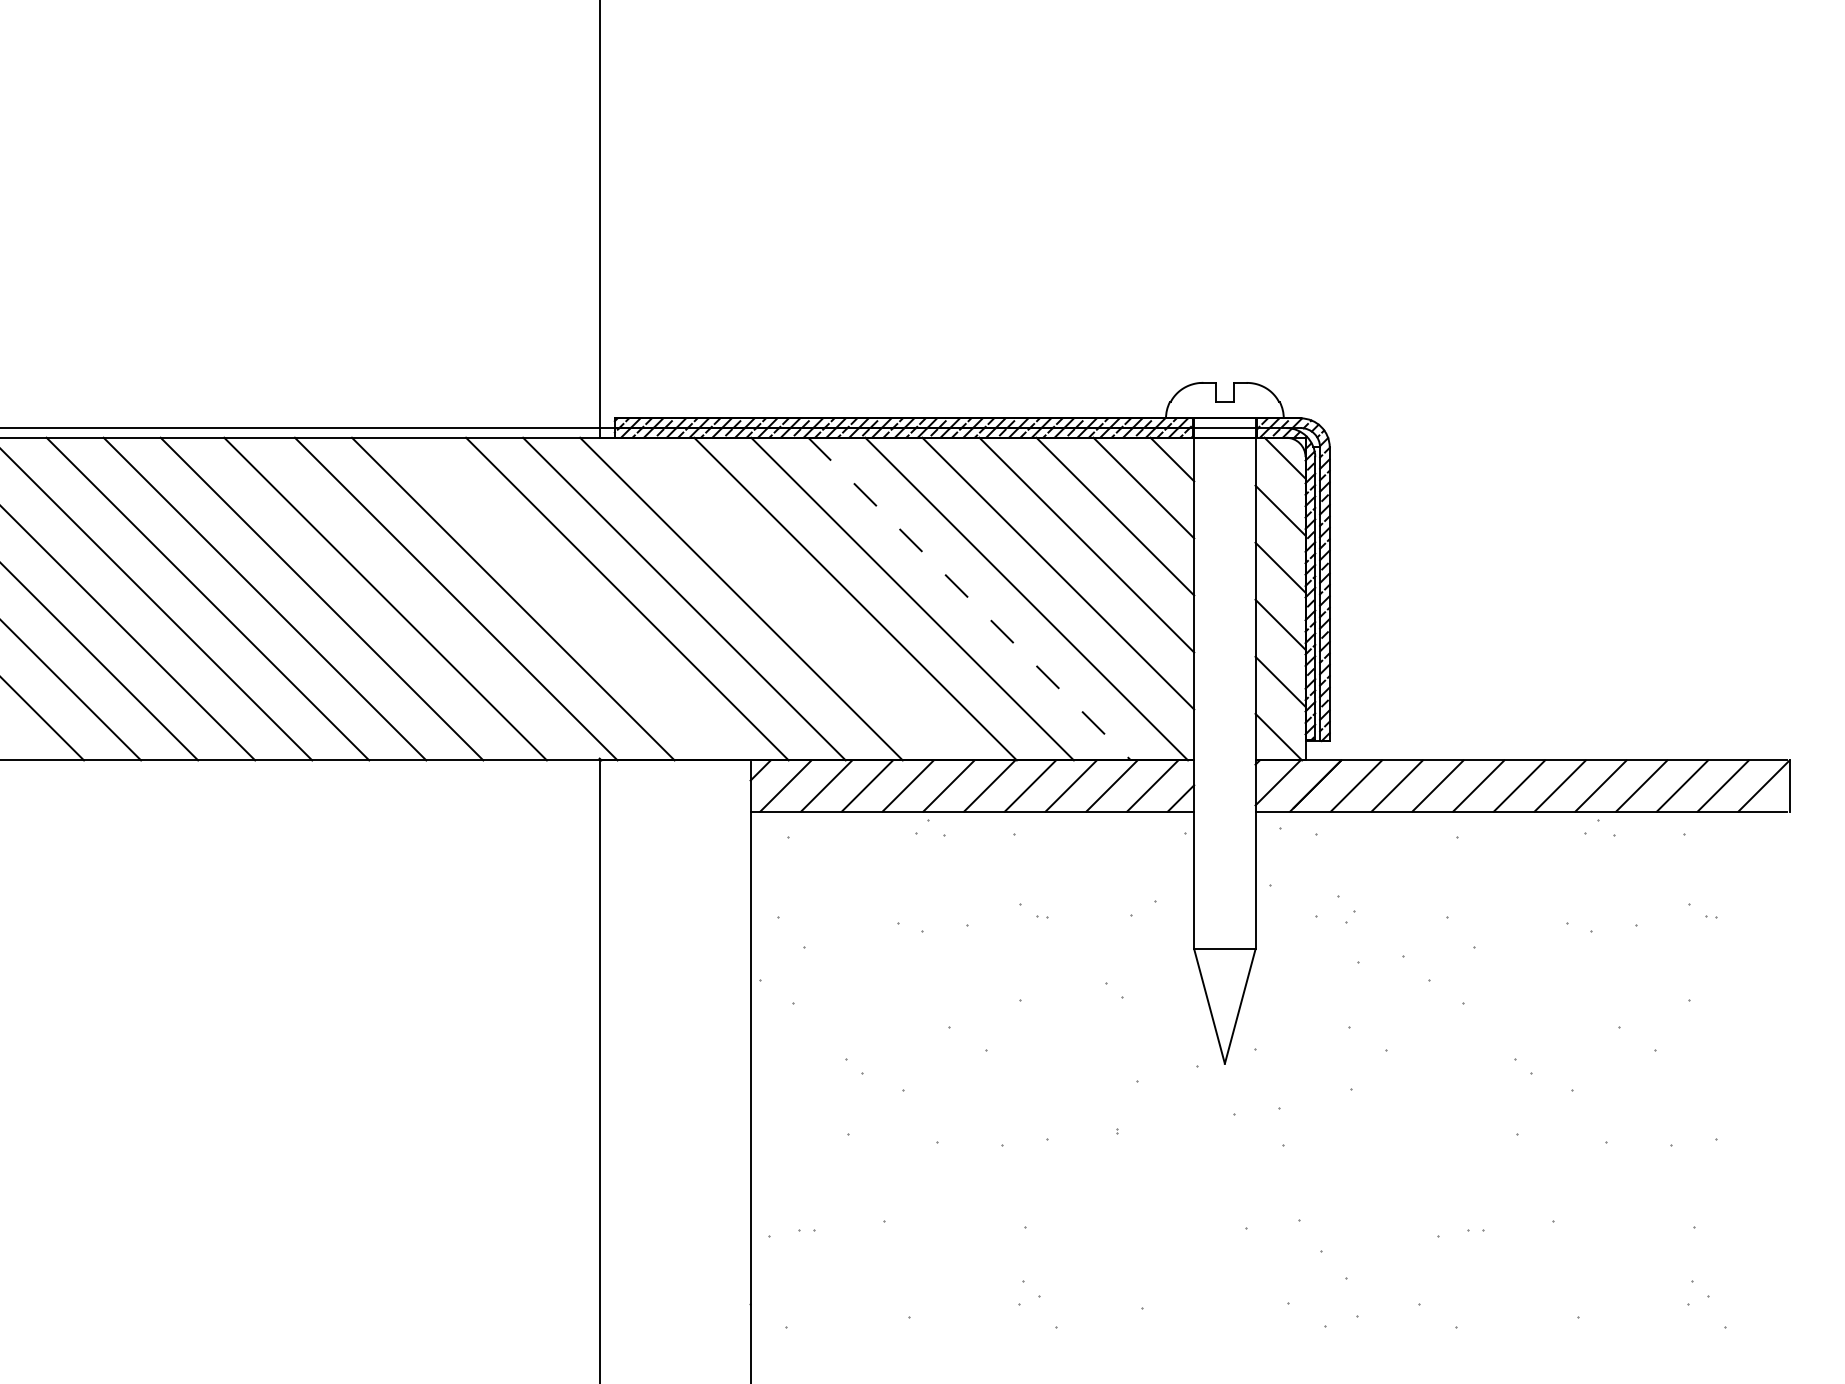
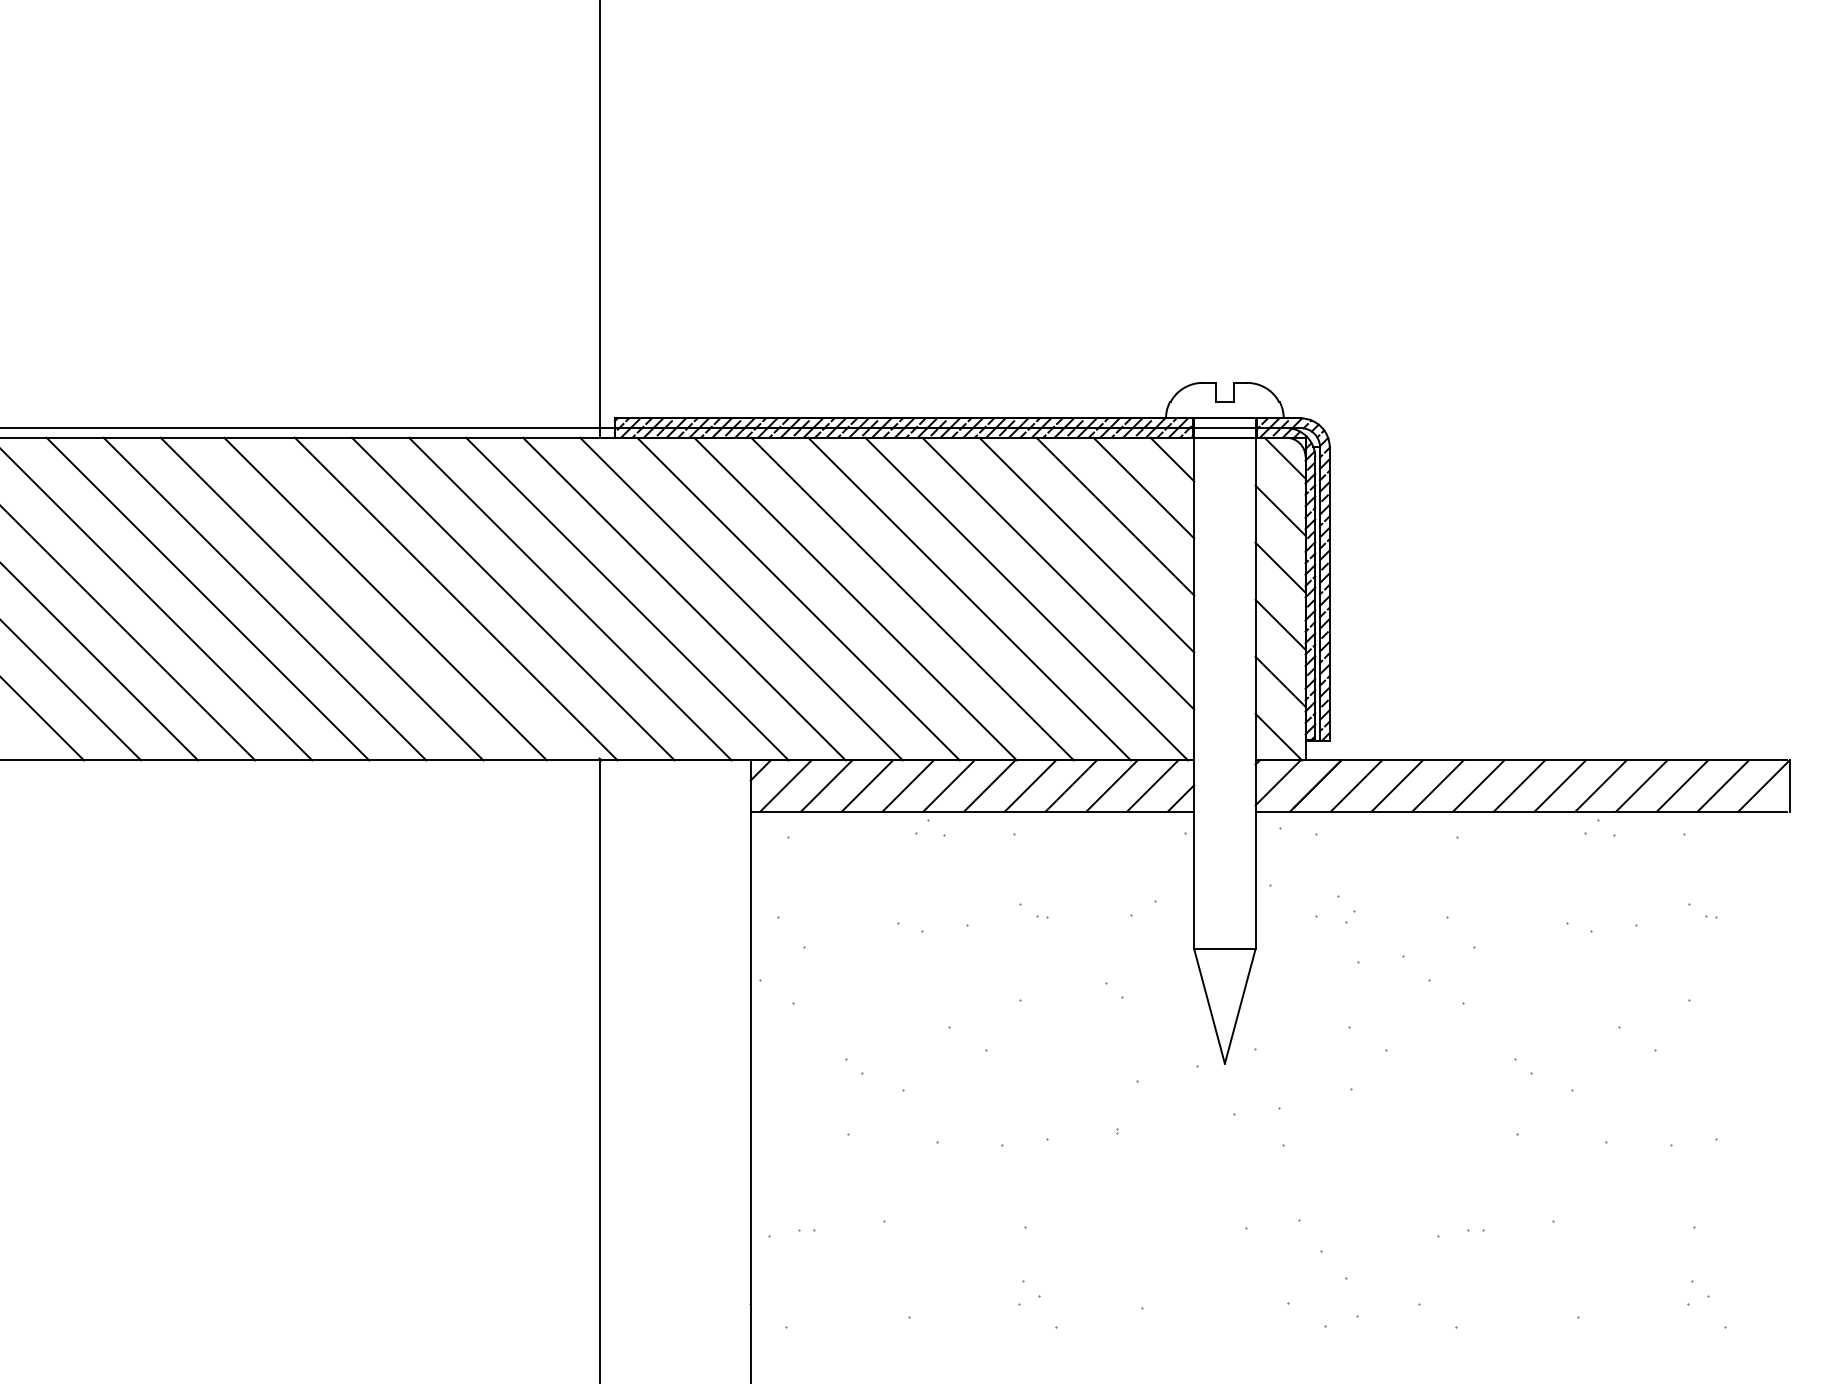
line at (570, 598): none -> present
line at (798, 598): none -> present
line at (970, 599): dashed -> solid
